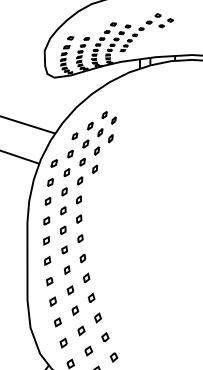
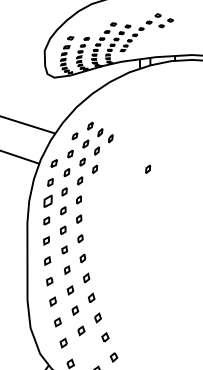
part at (108, 117): present -> none
part at (148, 168): none -> present
part at (47, 201) size: 8x9 px -> 10x14 px
part at (88, 350): present -> none
